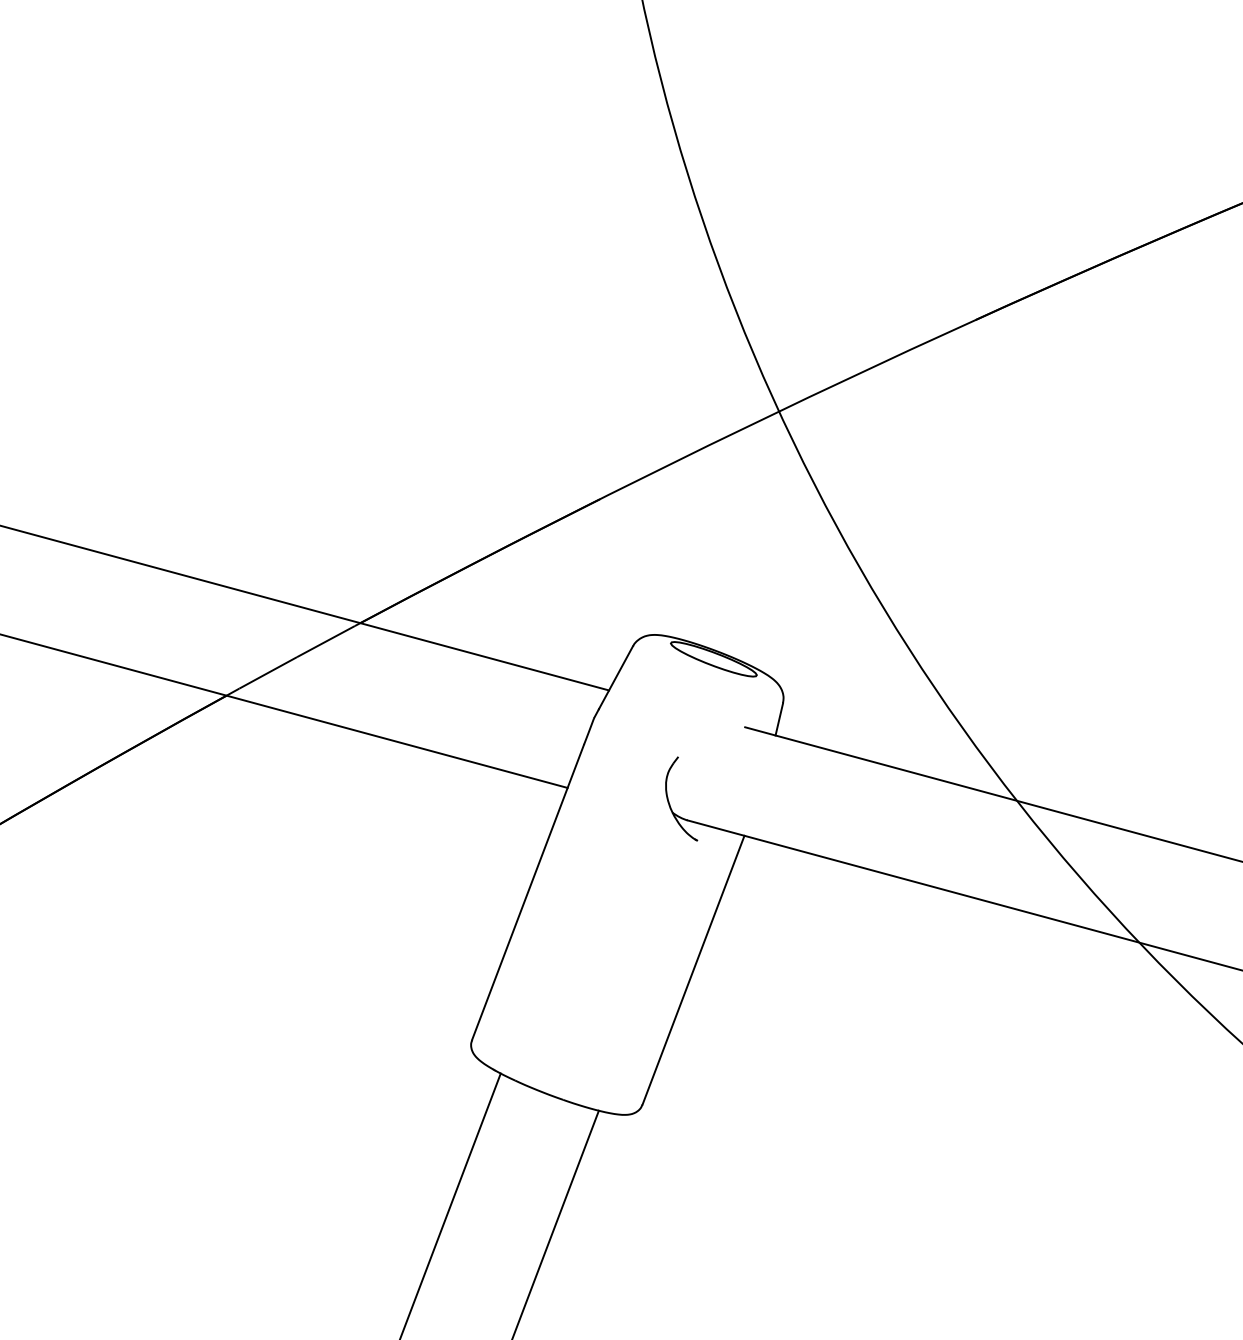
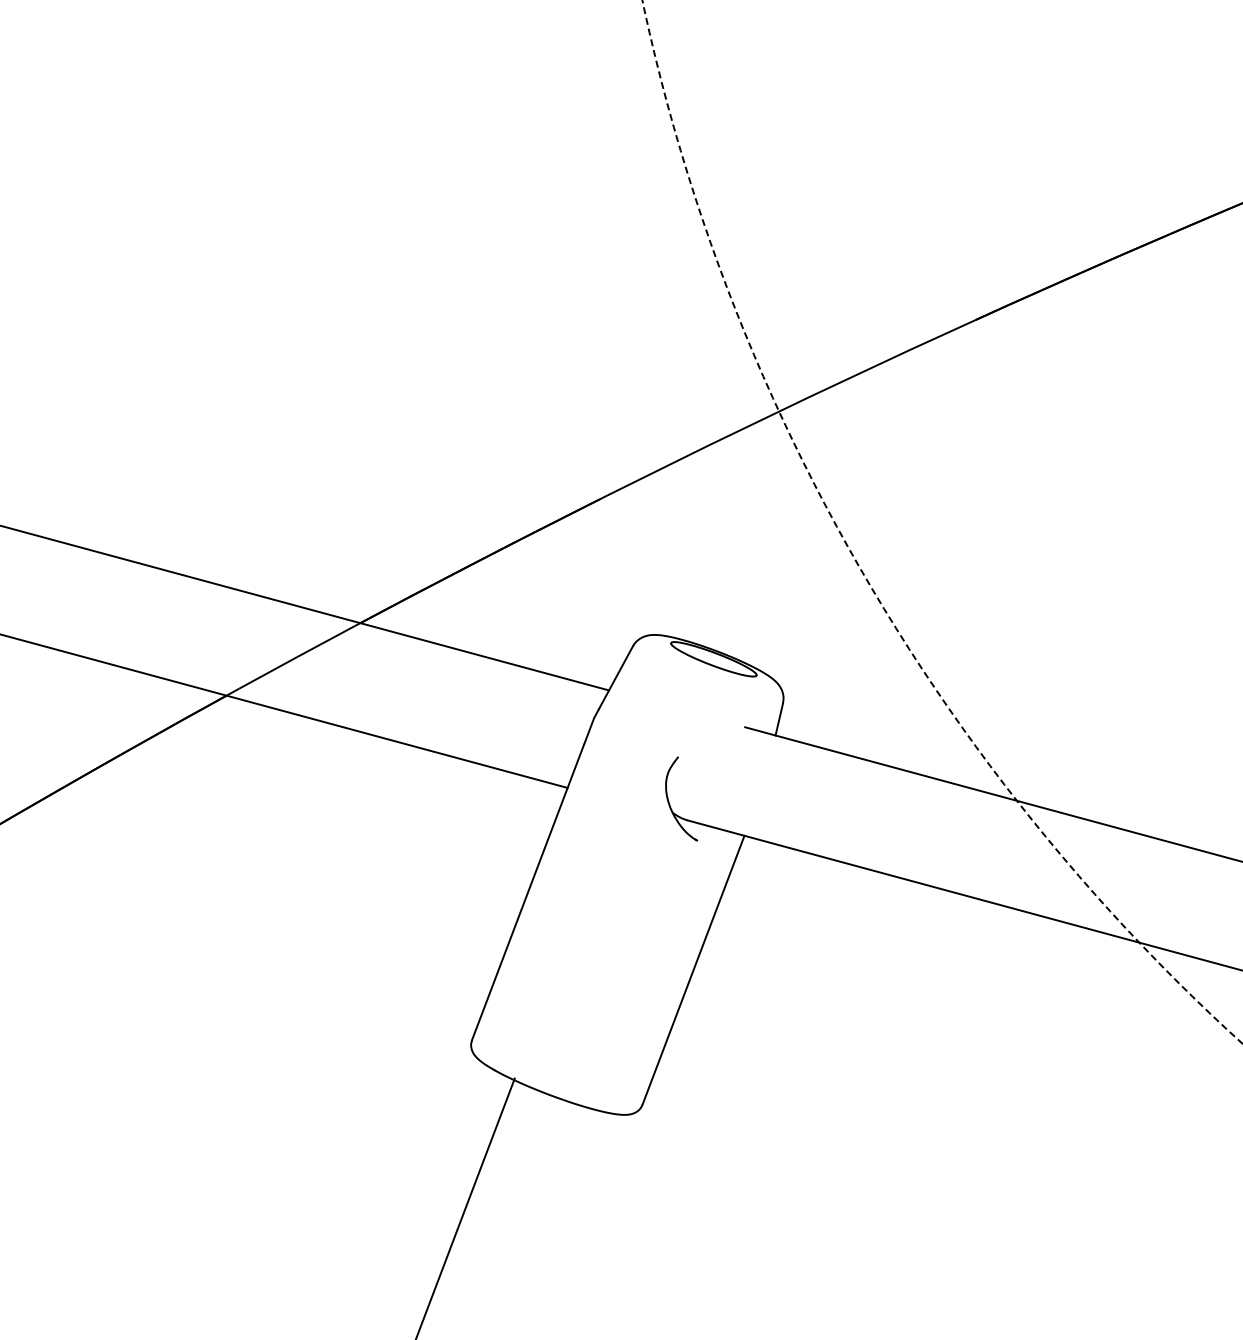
circle at (942, 521): solid -> dashed
line at (450, 1204) position: (450, 1204) -> (465, 1207)
line at (555, 1223): present -> none
